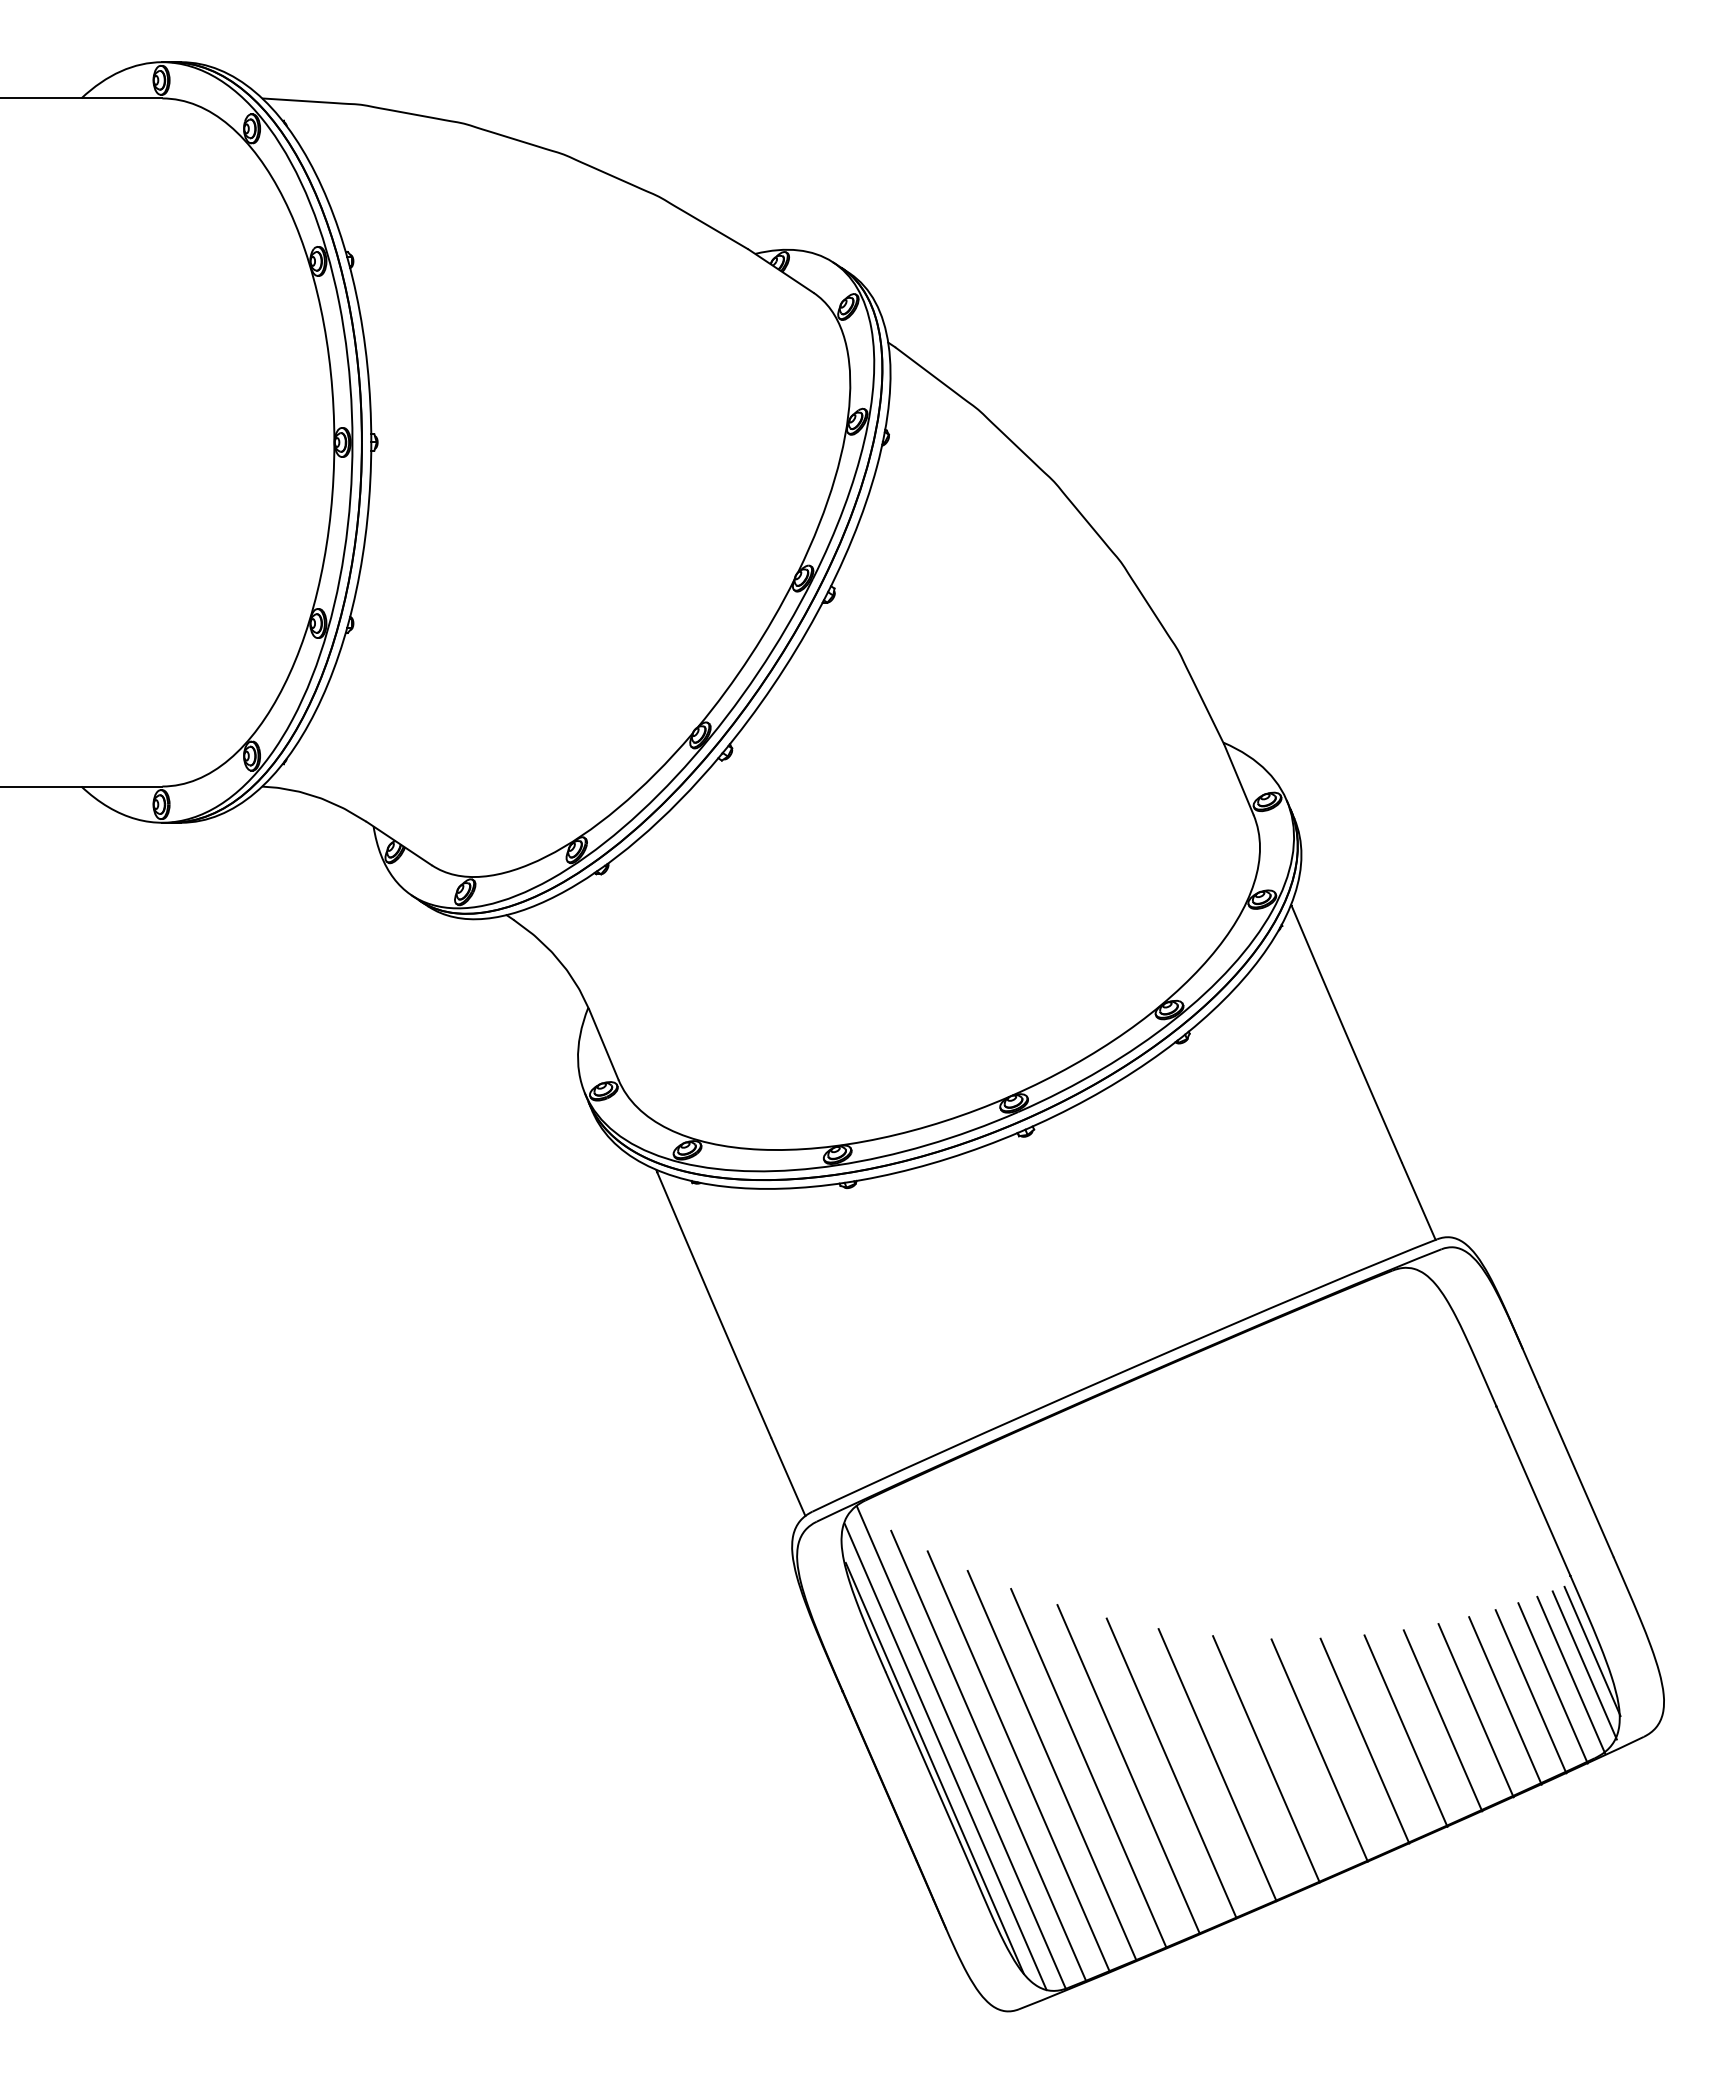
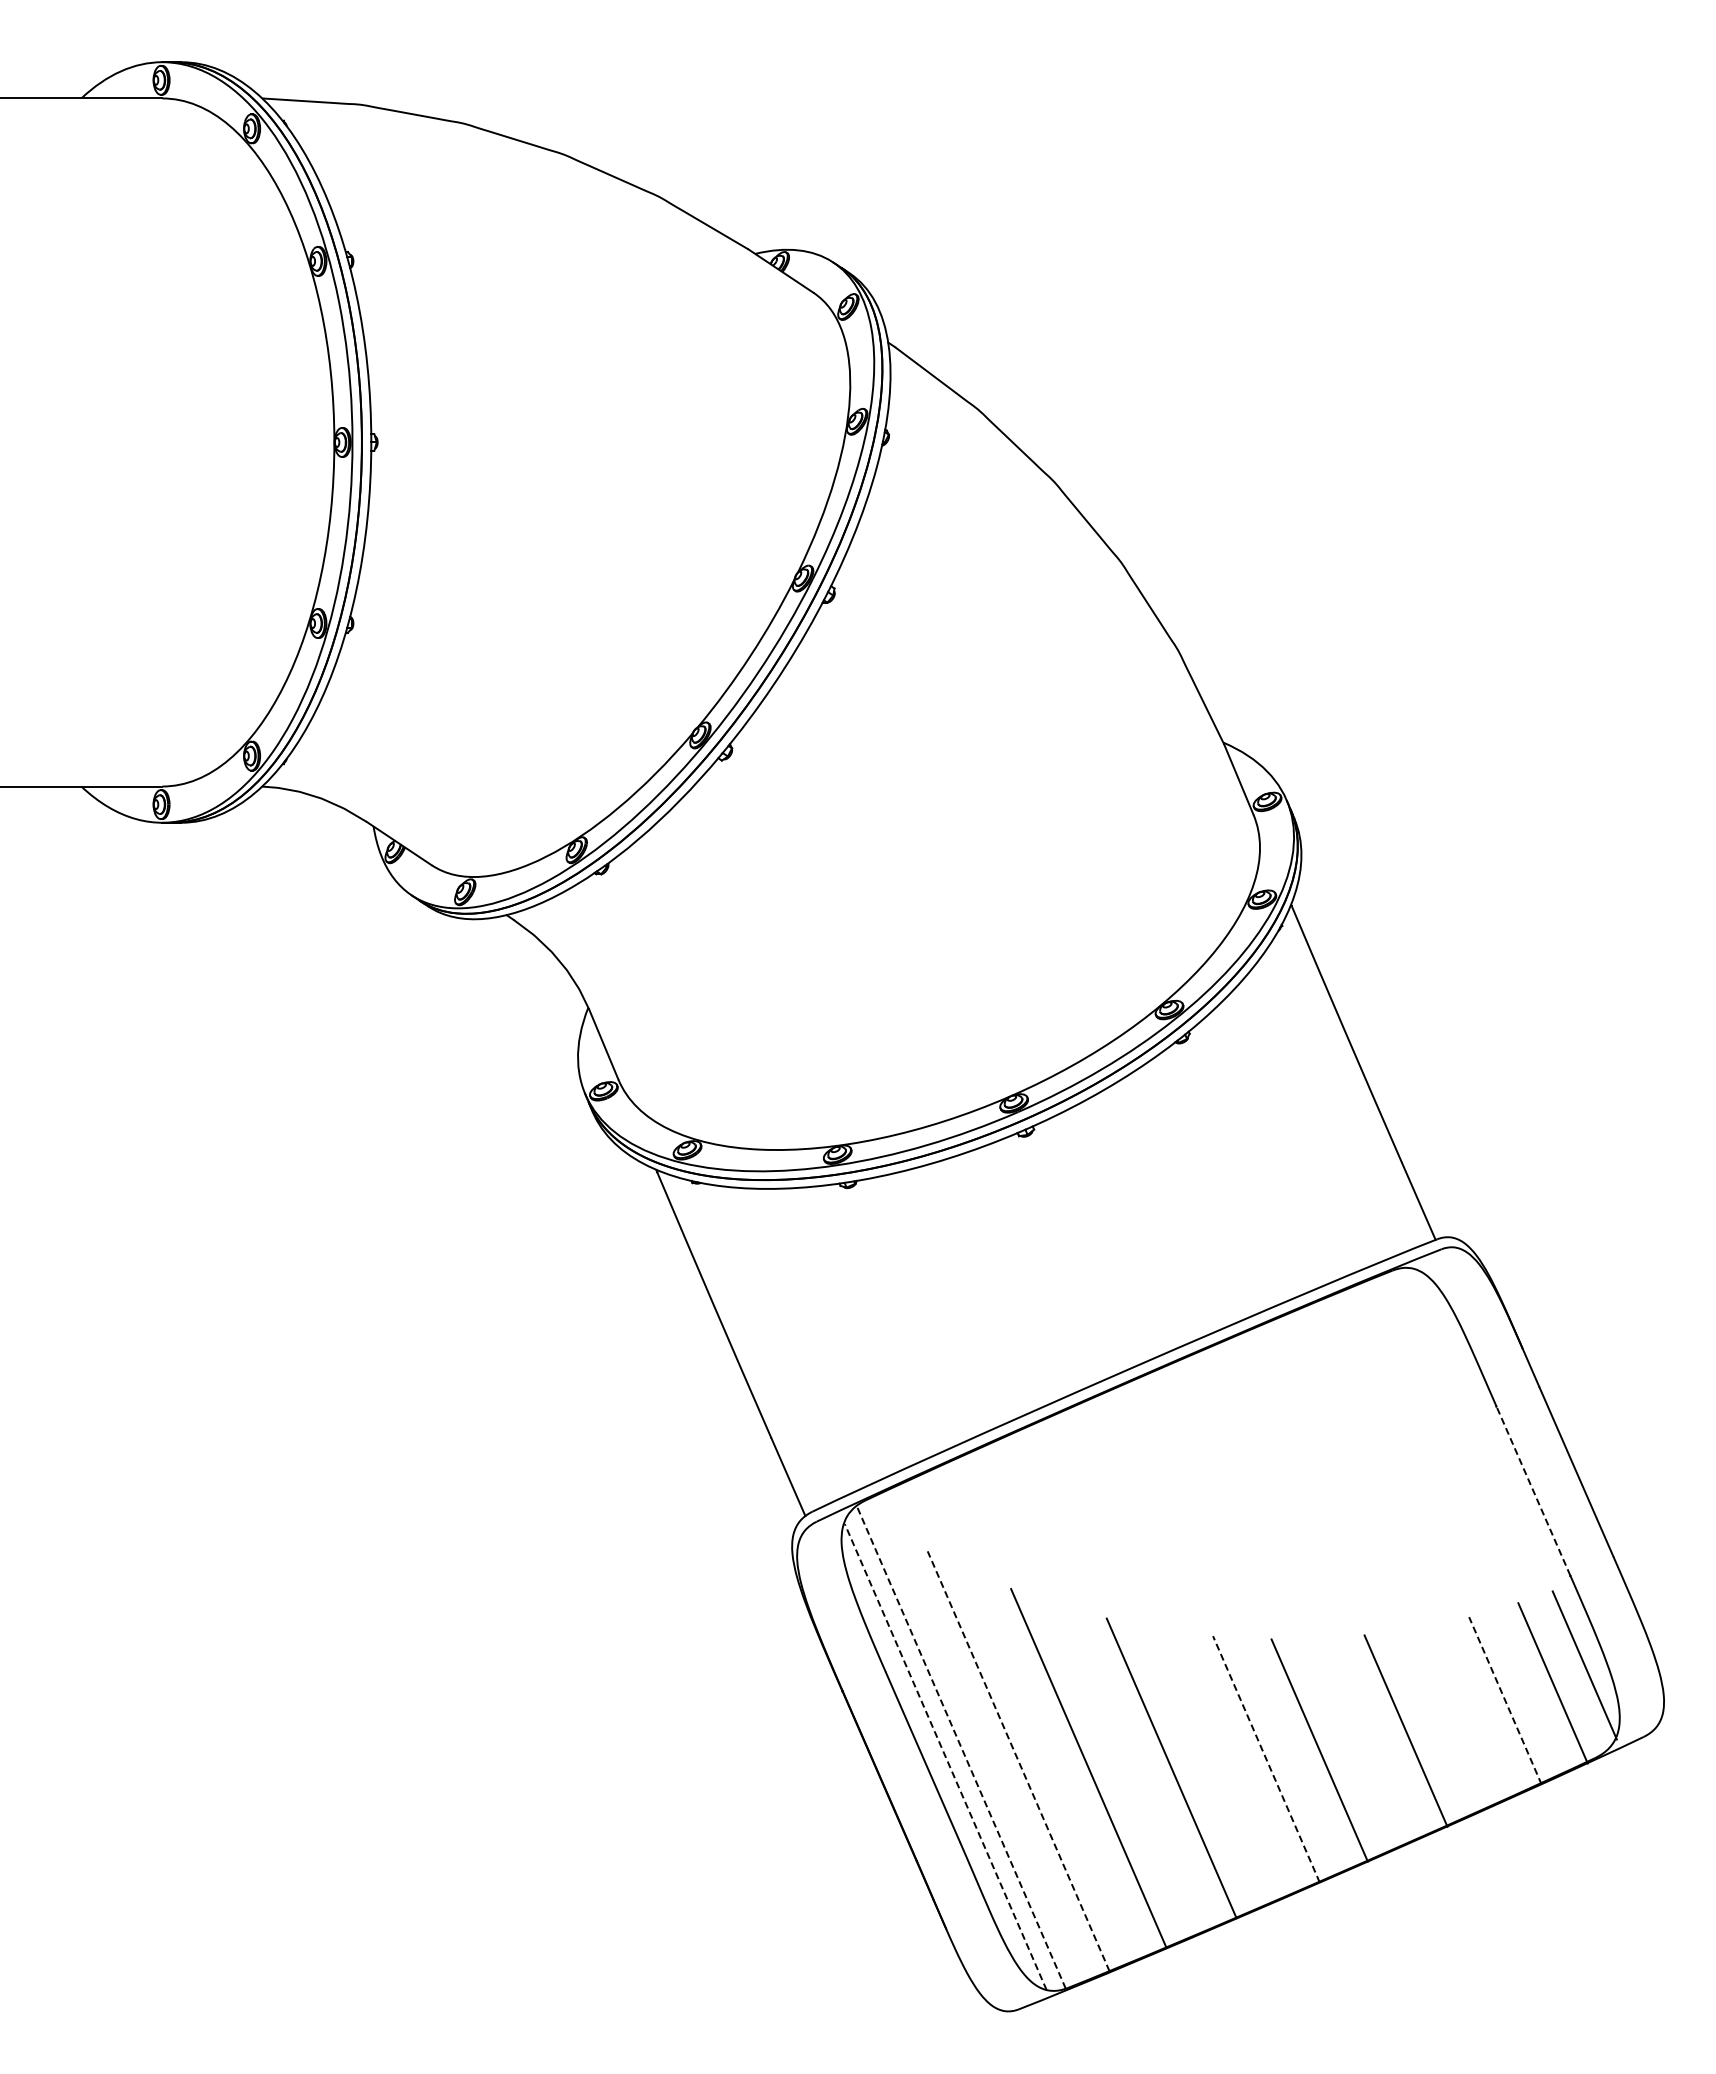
line at (1533, 1490): solid -> dashed
line at (1592, 1651): present -> none
line at (1571, 1674): present -> none
line at (1530, 1691): present -> none
line at (1505, 1700): solid -> dashed
line at (1475, 1710): present -> none
line at (1442, 1720): present -> none
line at (1364, 1740): present -> none
line at (961, 1747): solid -> dashed
line at (988, 1755): present -> none
line at (945, 1757): solid -> dashed
line at (1266, 1758): solid -> dashed
line at (1018, 1761): solid -> dashed
line at (1051, 1765): present -> none
line at (1217, 1765): present -> none
line at (934, 1767): present -> none
line at (1128, 1769): present -> none
